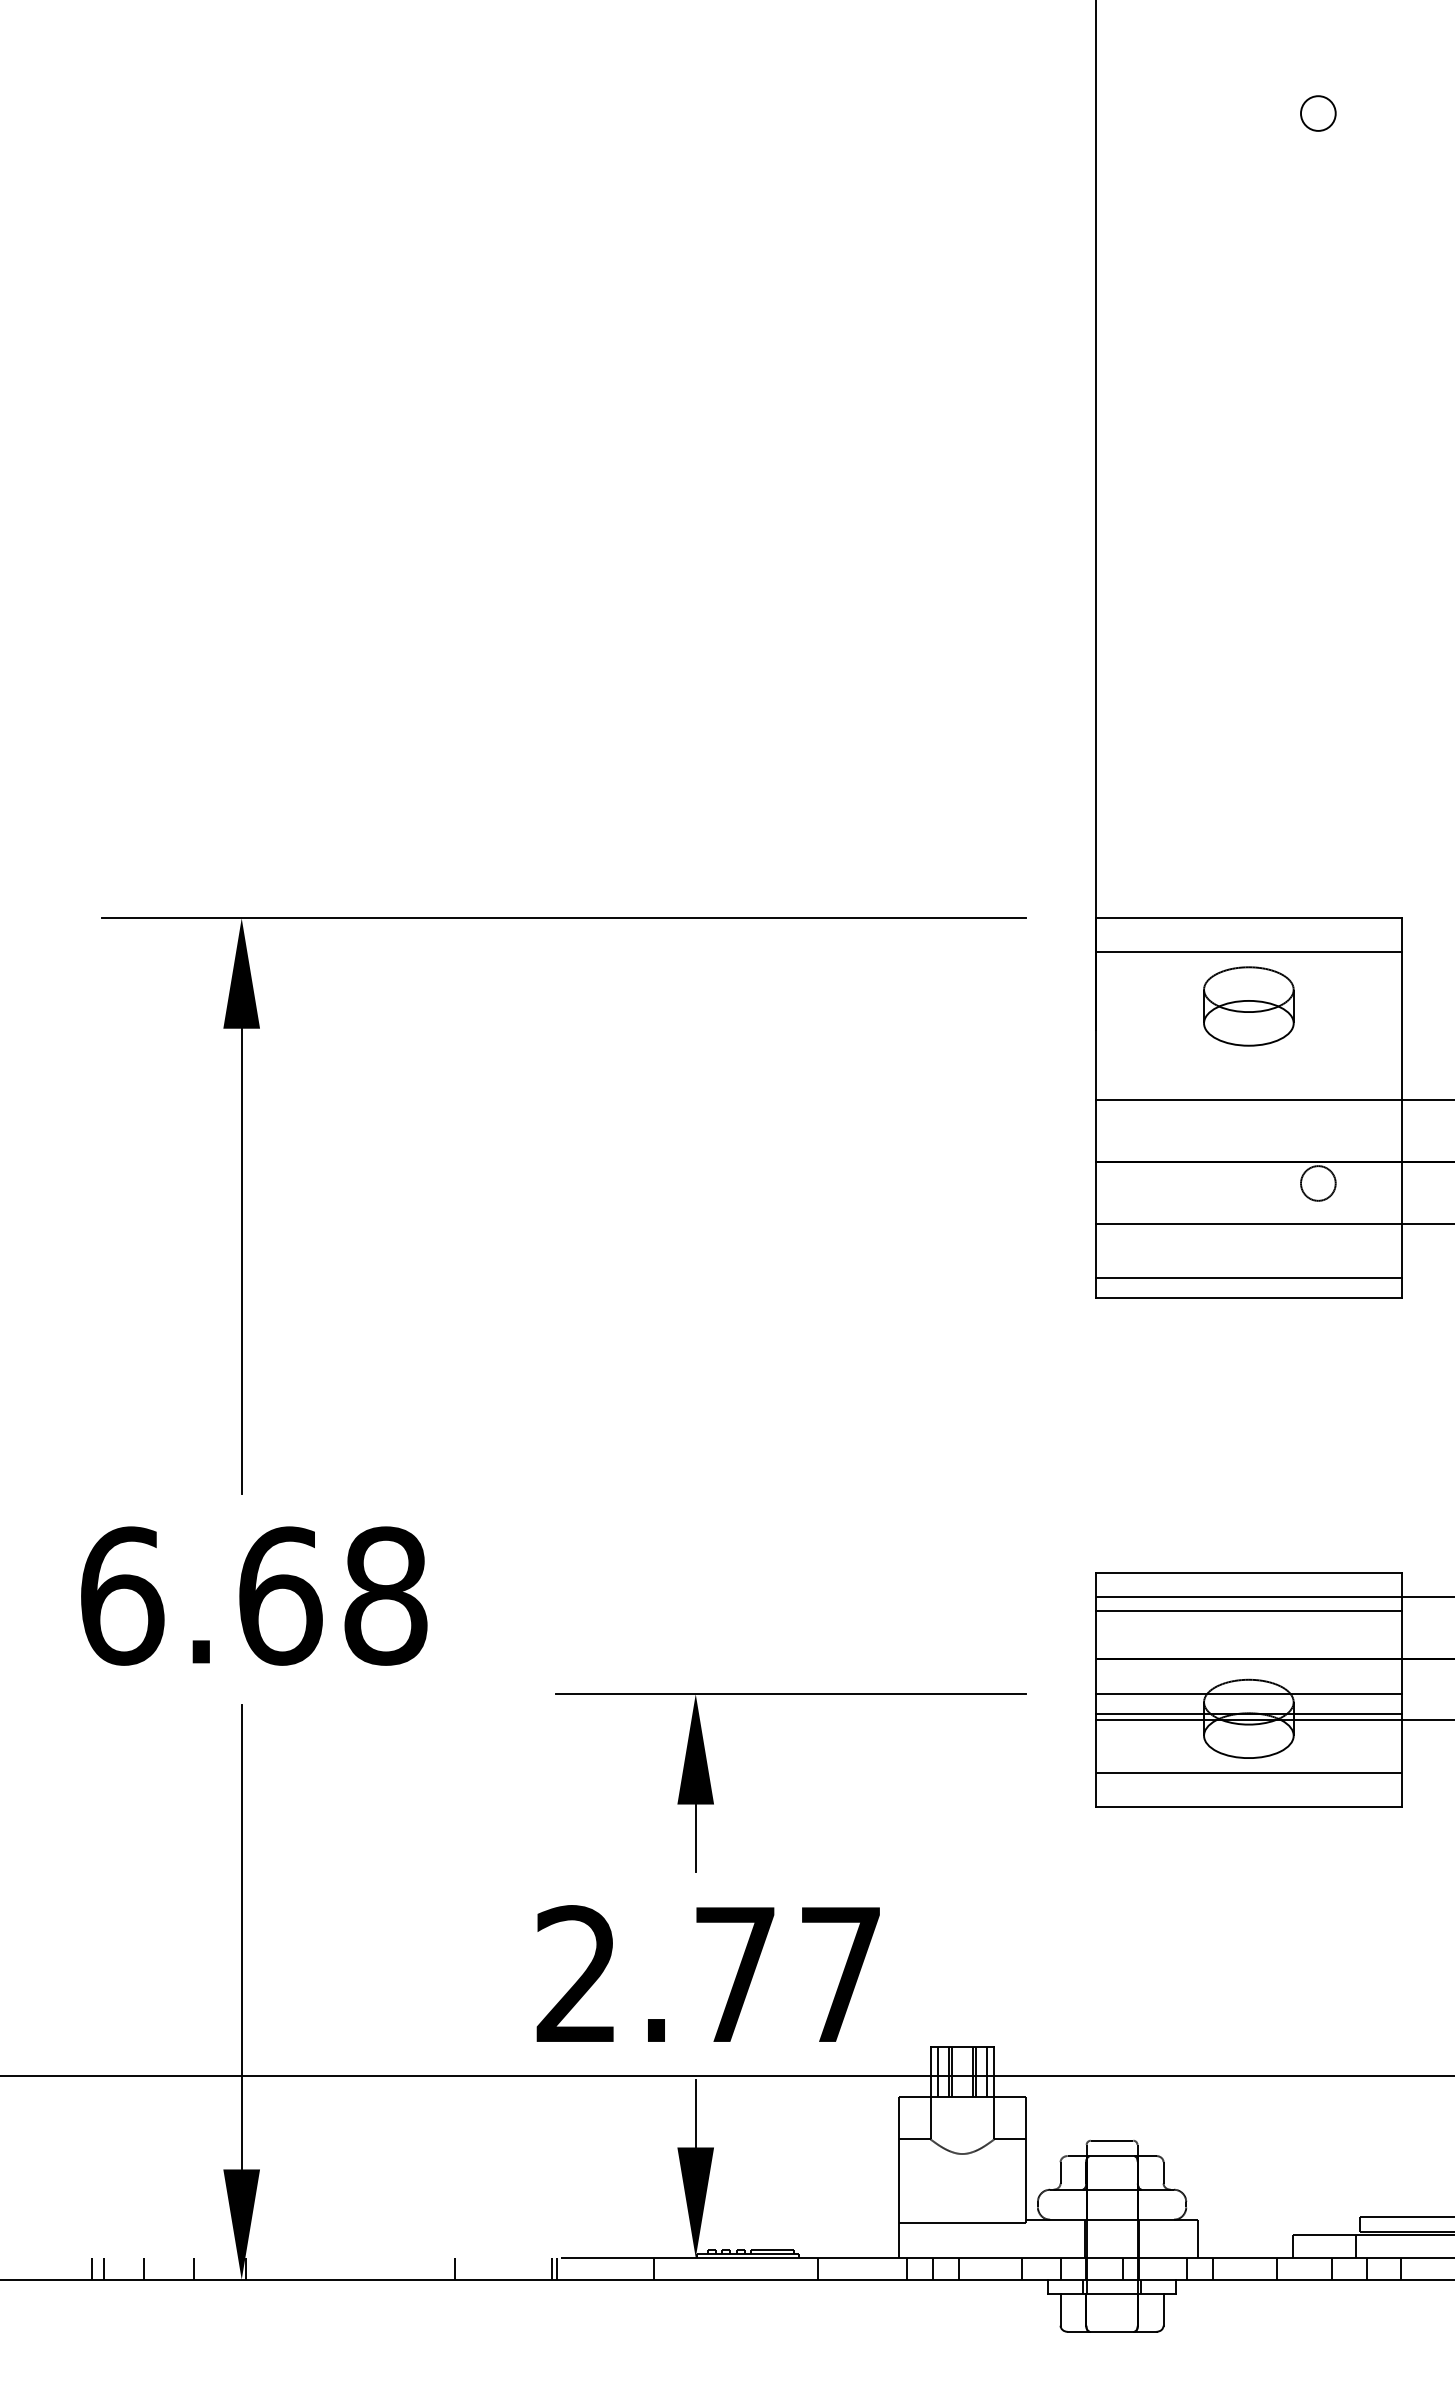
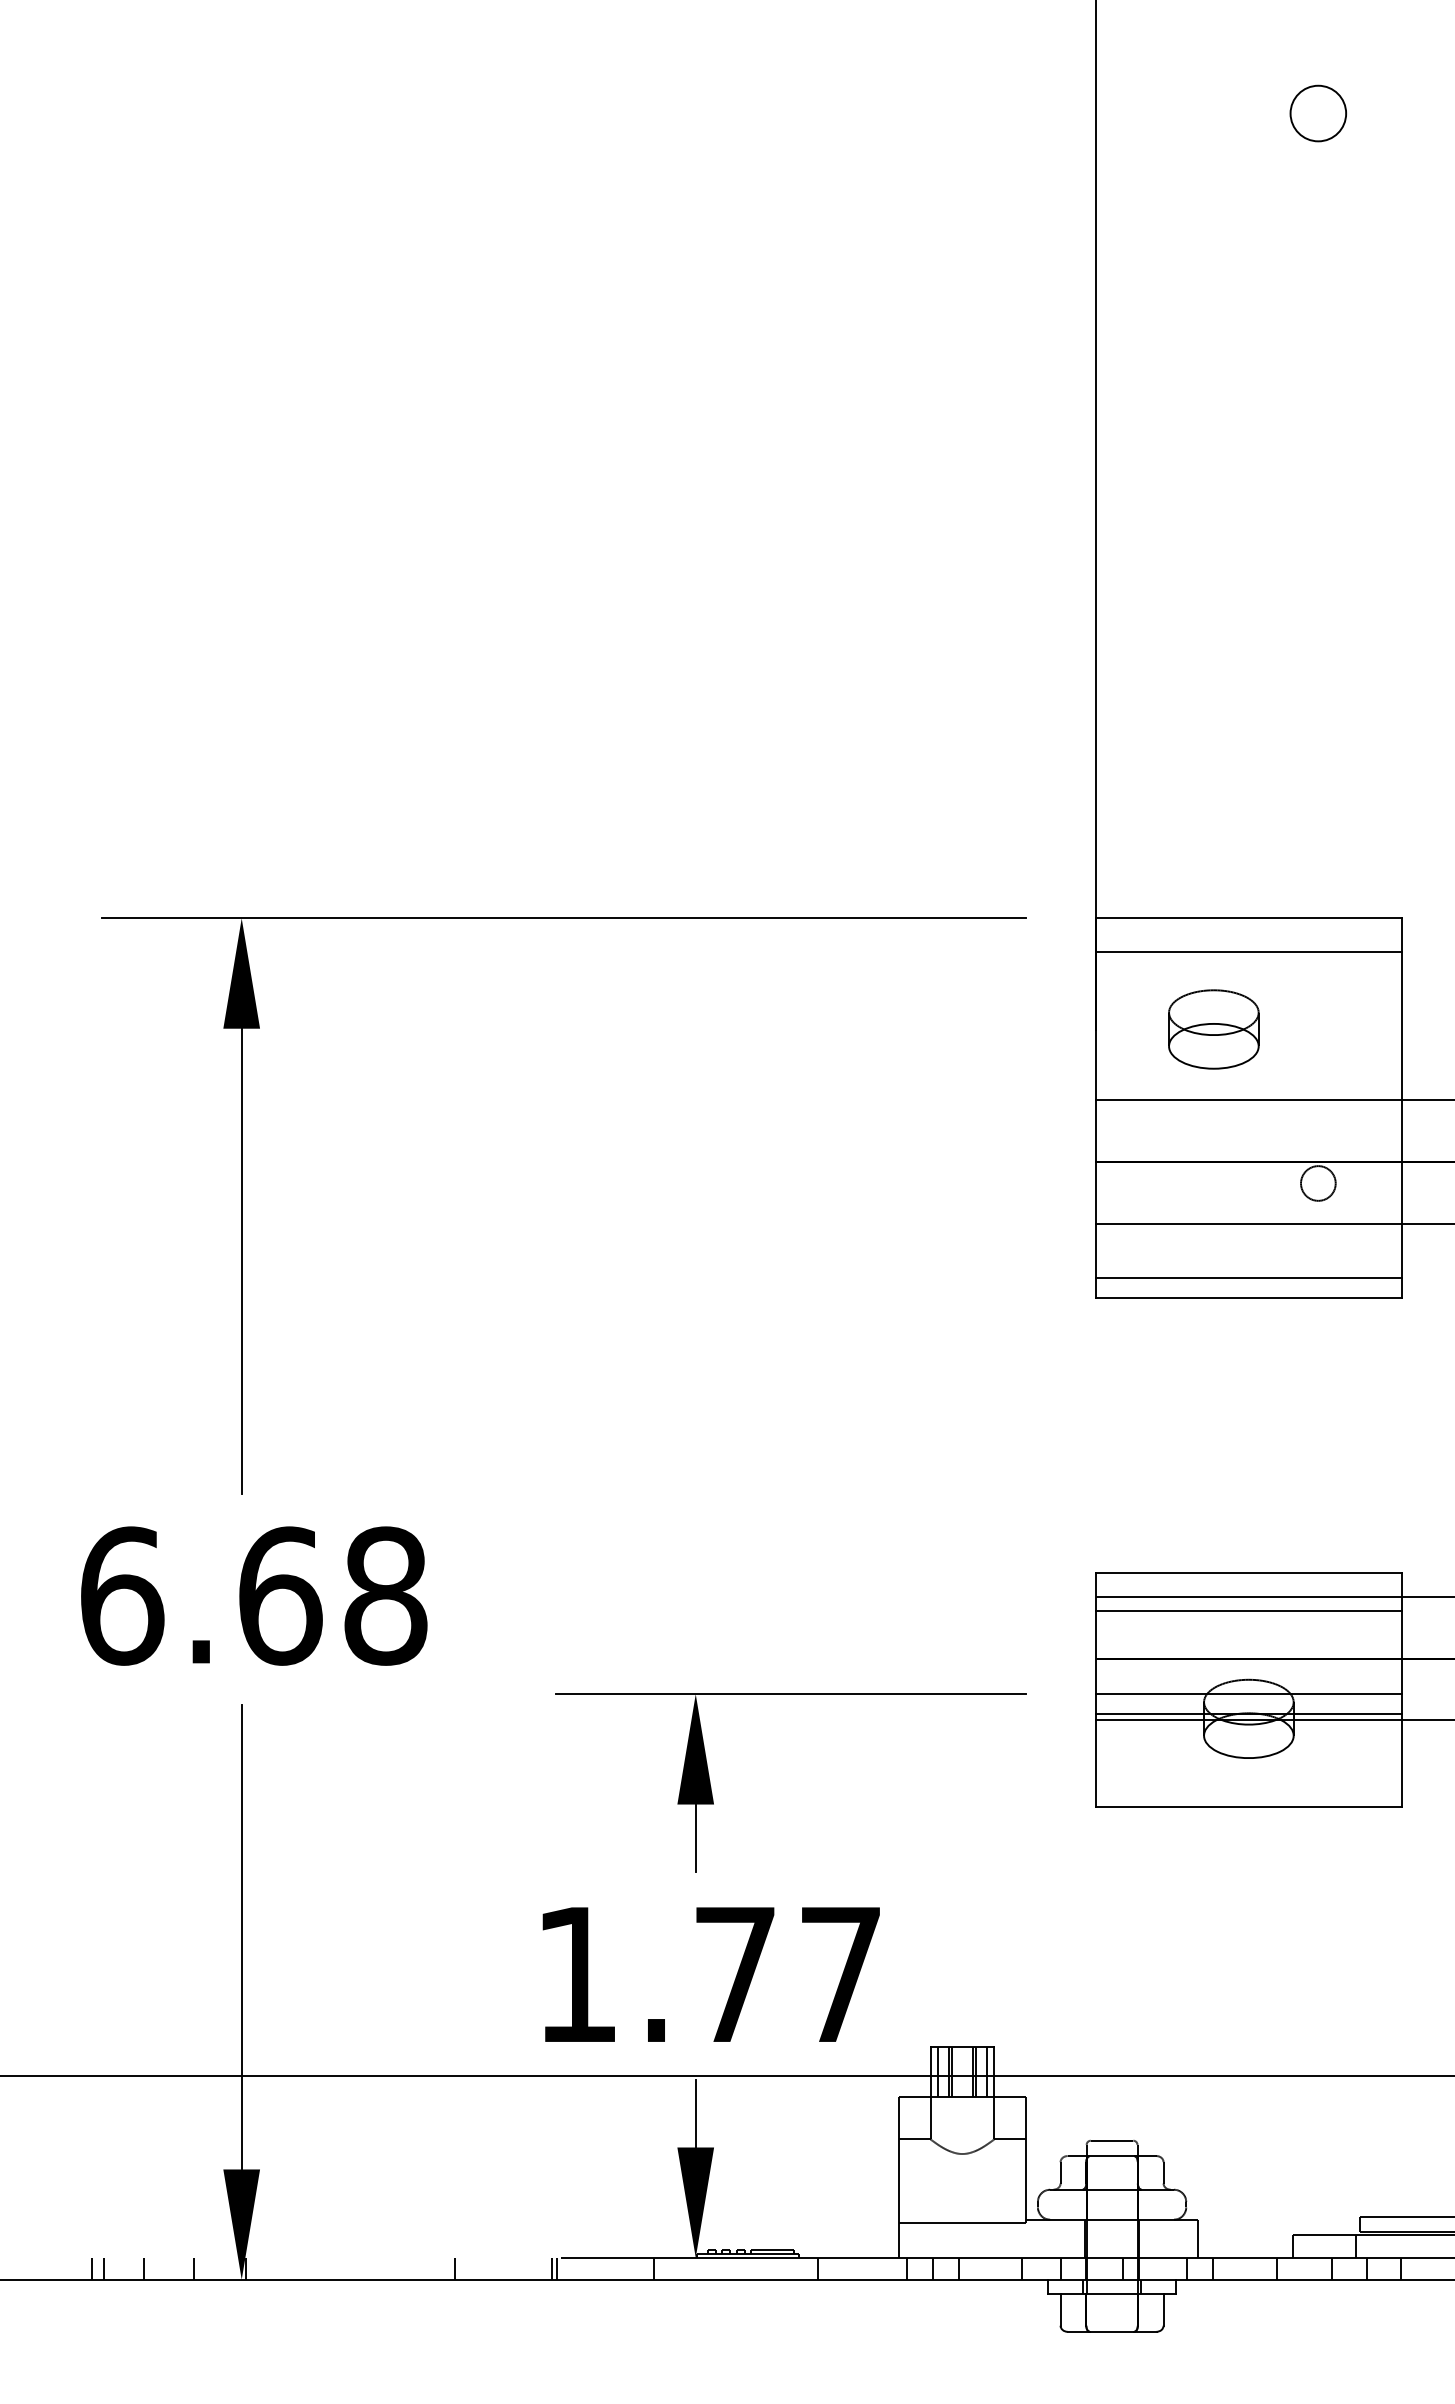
circle at (1318, 113) diameter: 35 px -> 56 px
part at (1248, 1006) position: (1248, 1006) -> (1213, 1029)
line at (1248, 1773): present -> none
text at (575, 1973): 2.77 -> 1.77
